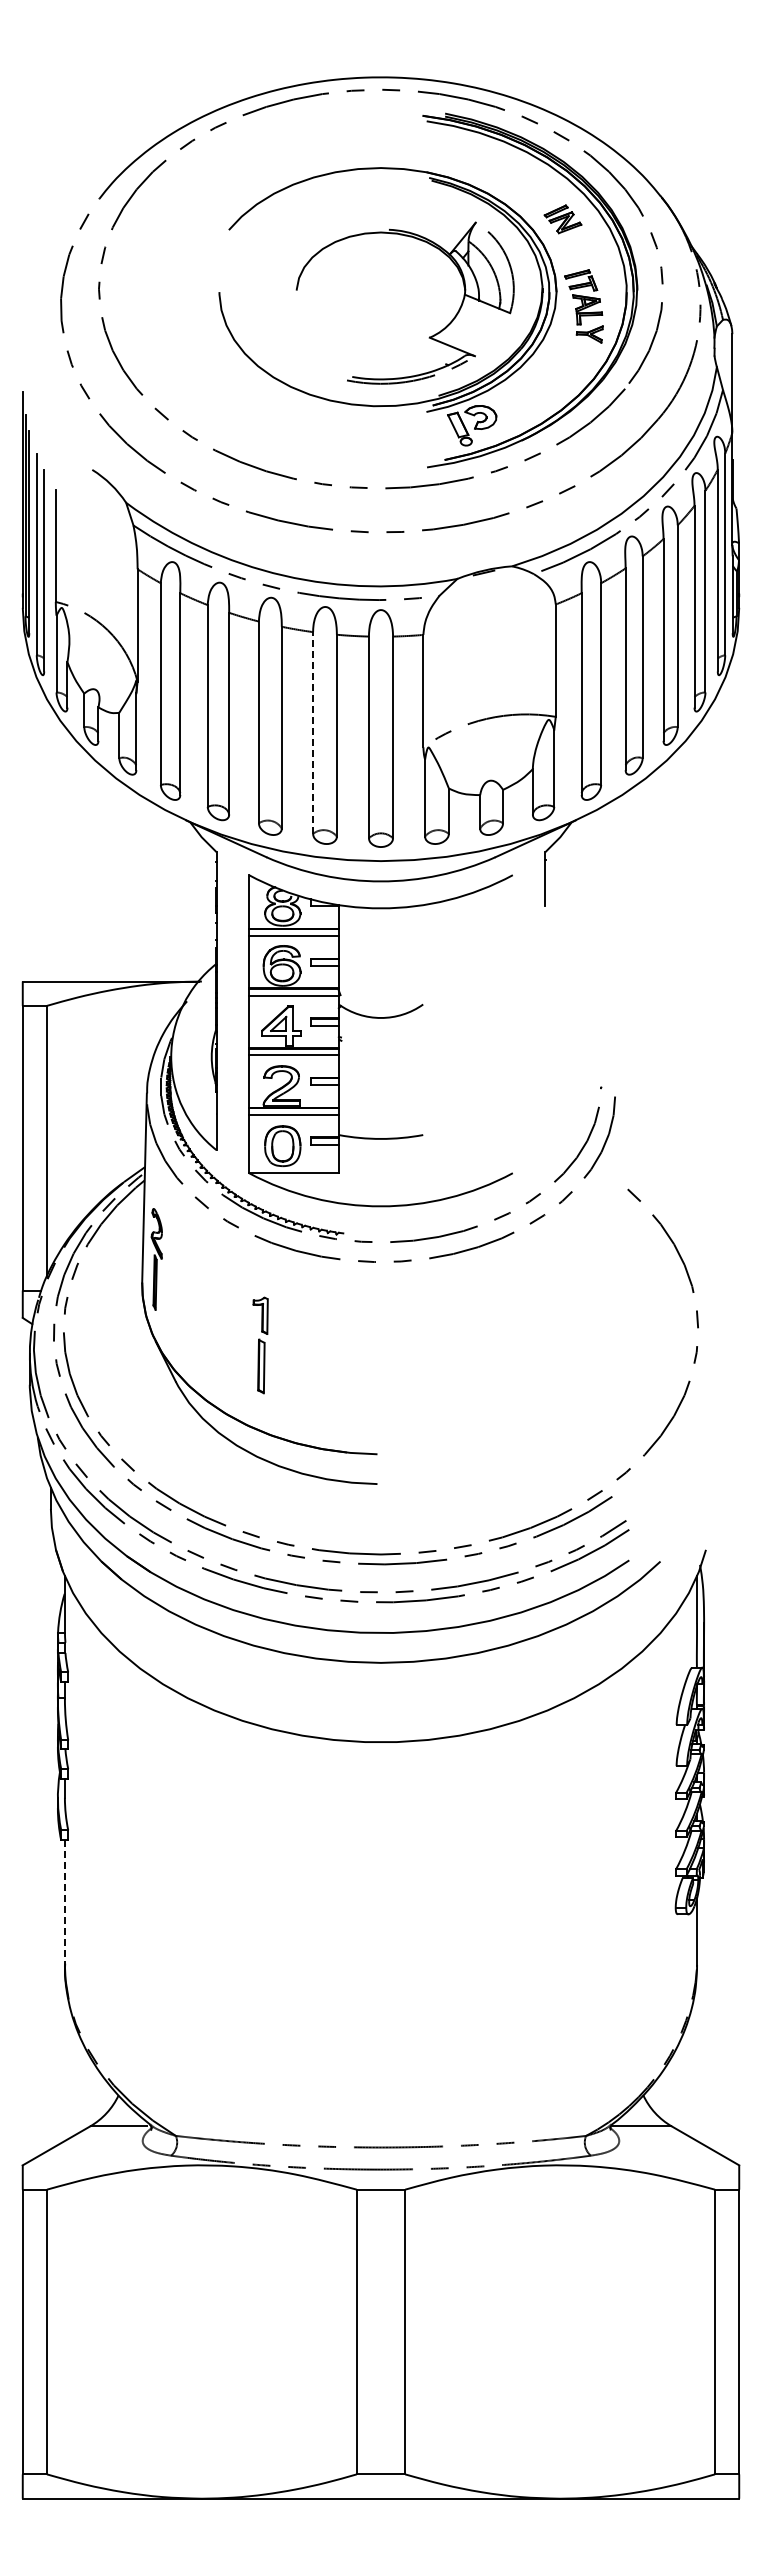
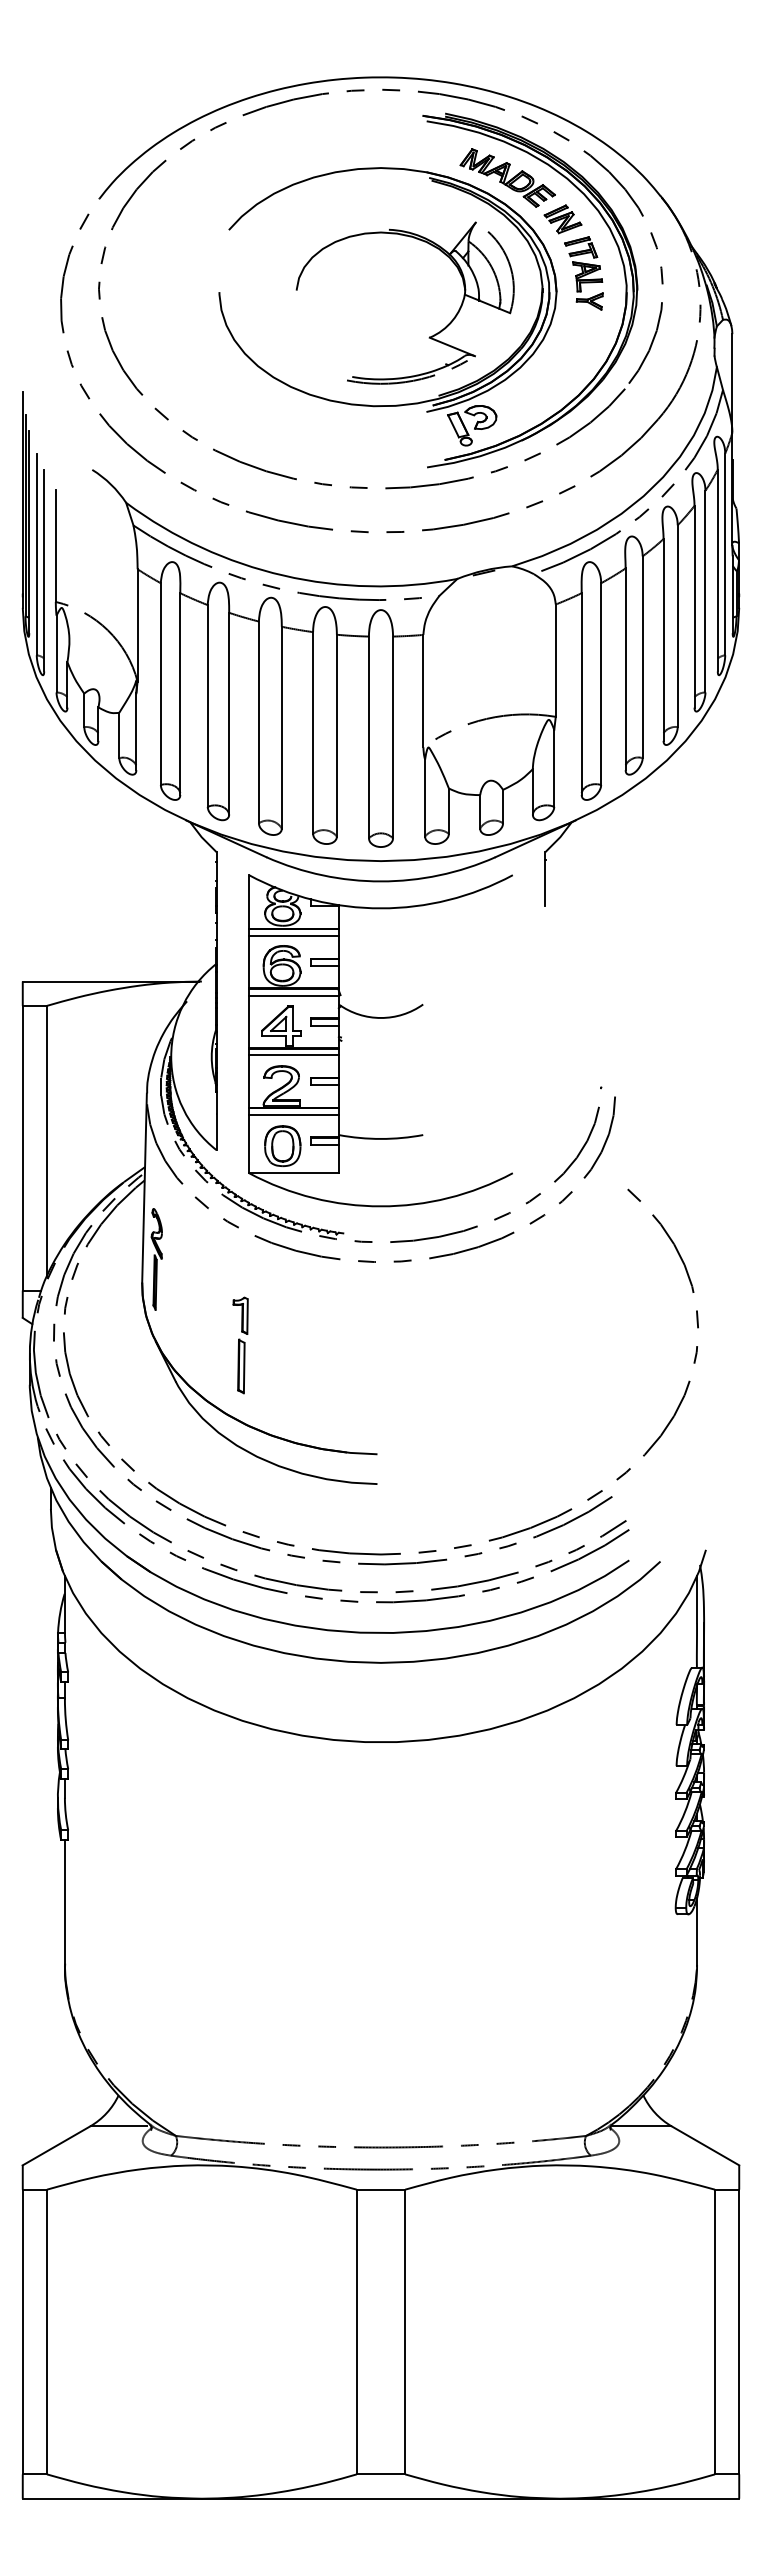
part at (507, 177): none -> present
part at (583, 306) position: (583, 306) -> (583, 273)
line at (313, 732): dashed -> solid
part at (260, 1345) position: (260, 1345) -> (240, 1345)
line at (64, 1903): dashed -> solid
